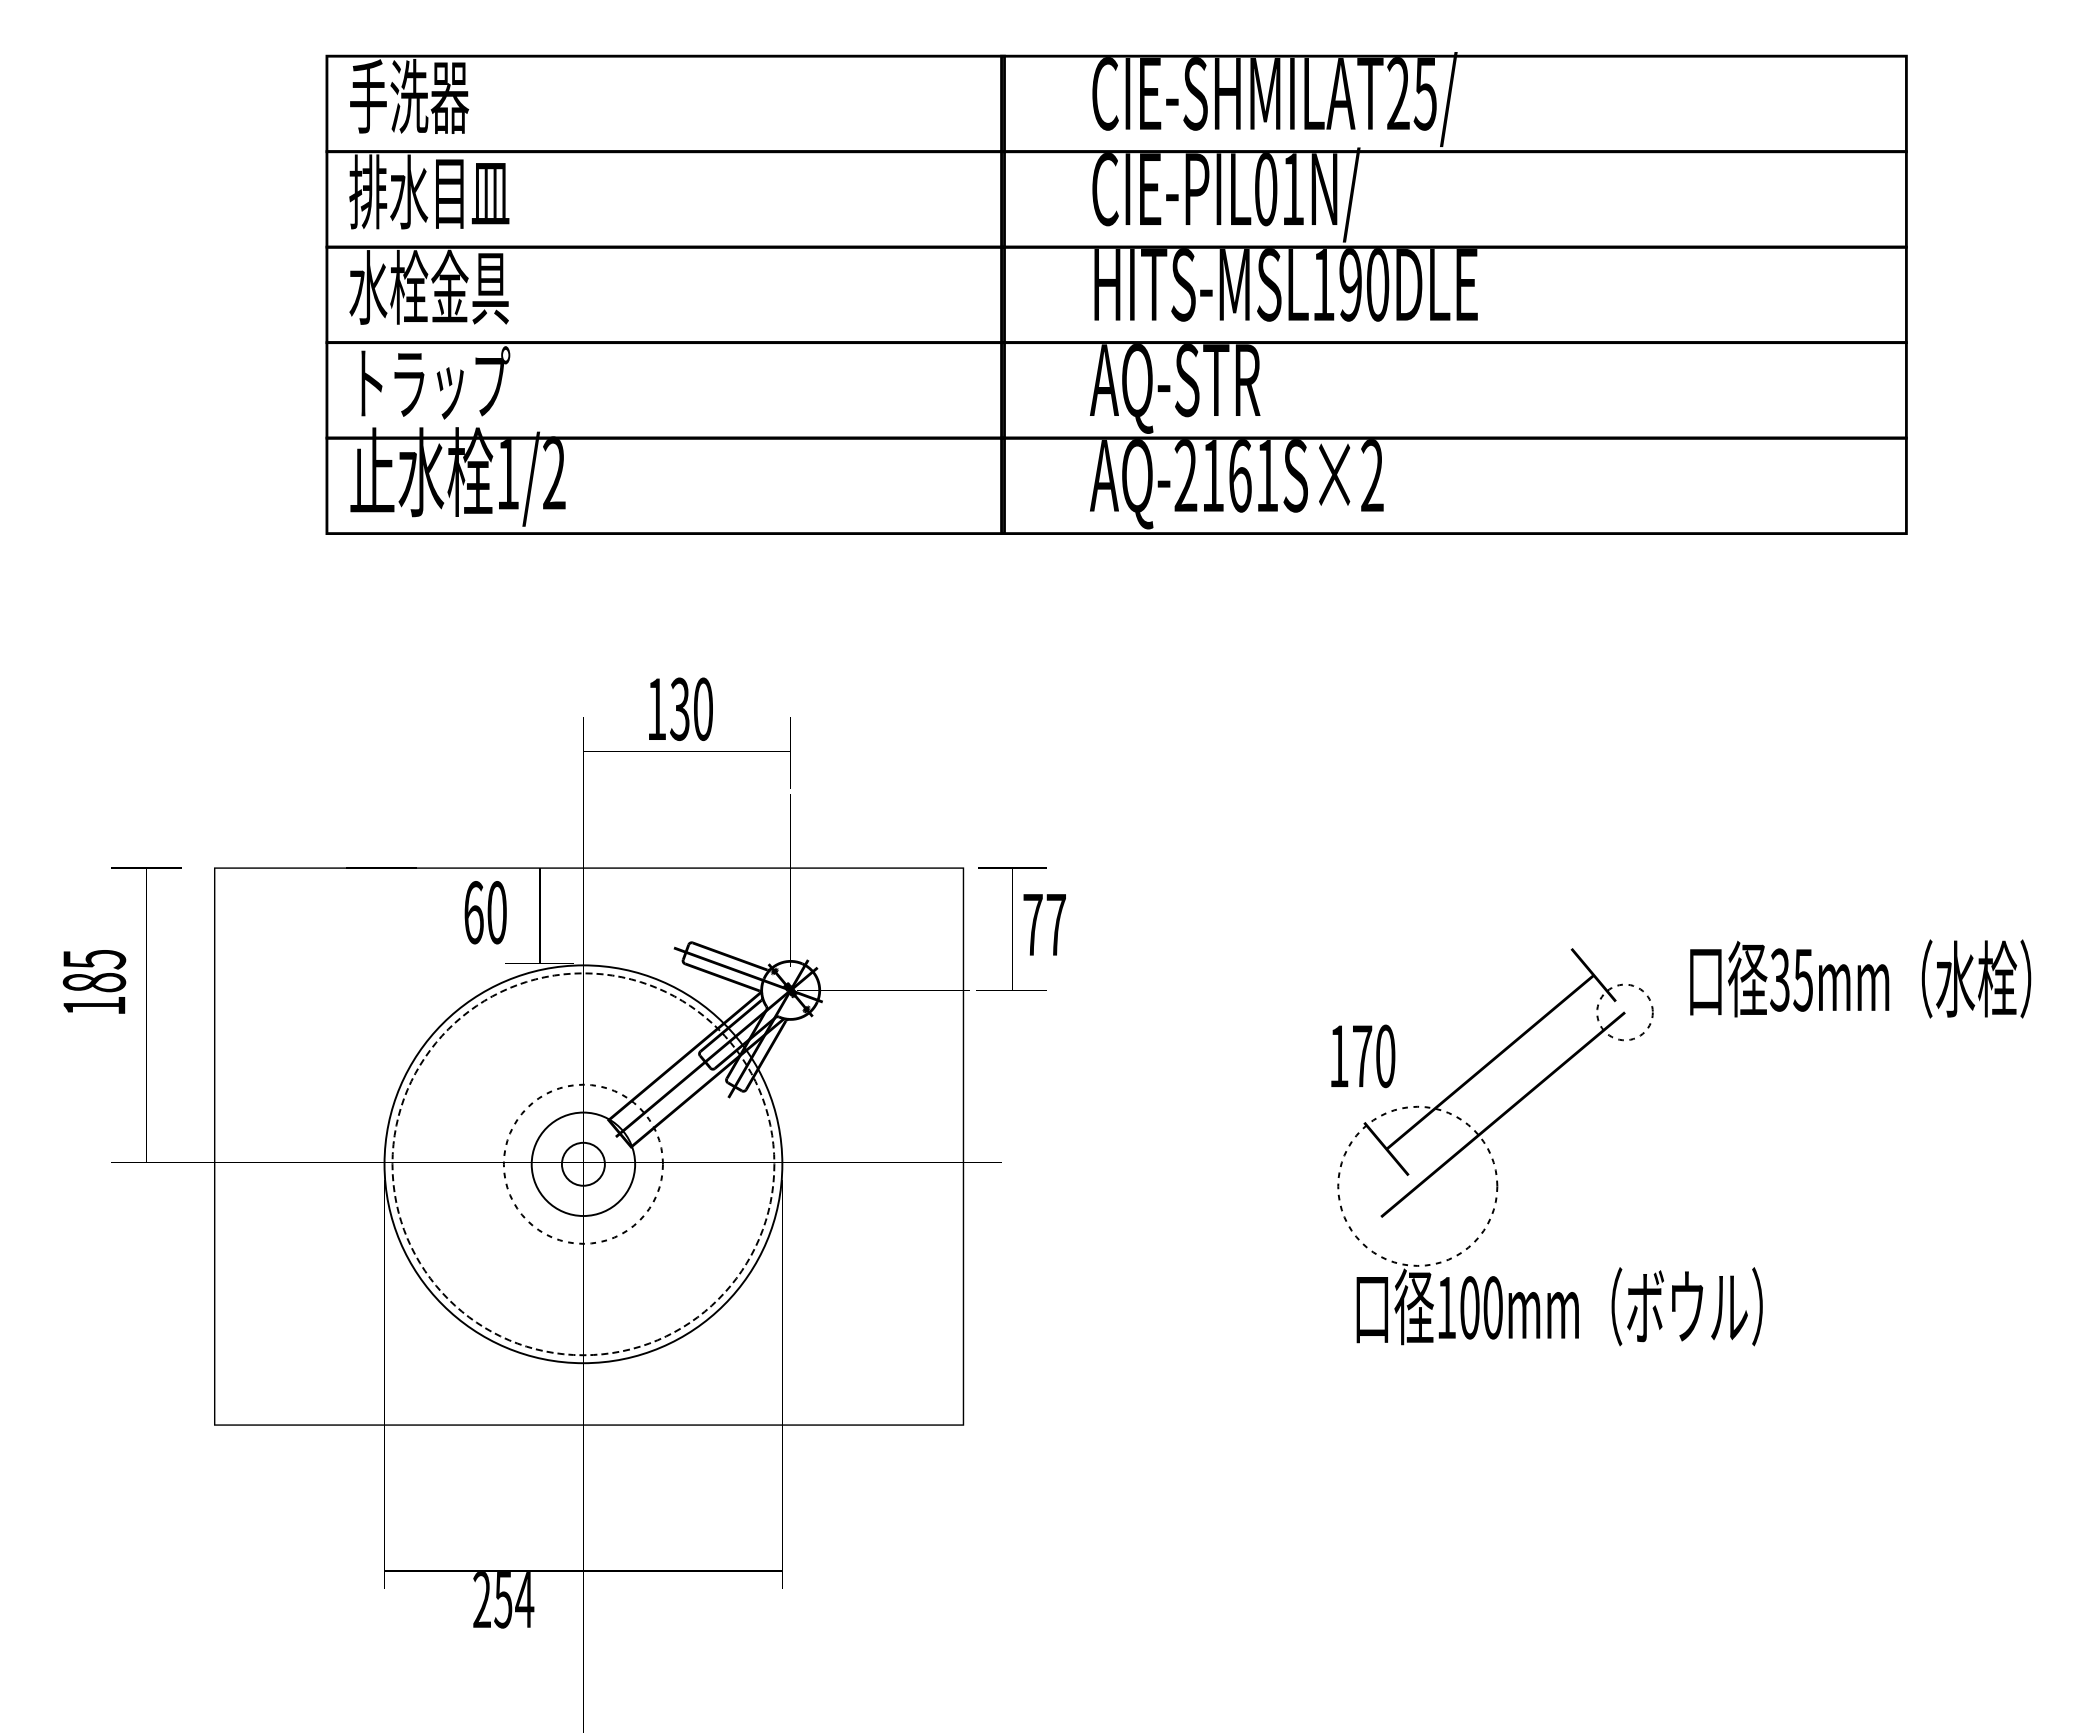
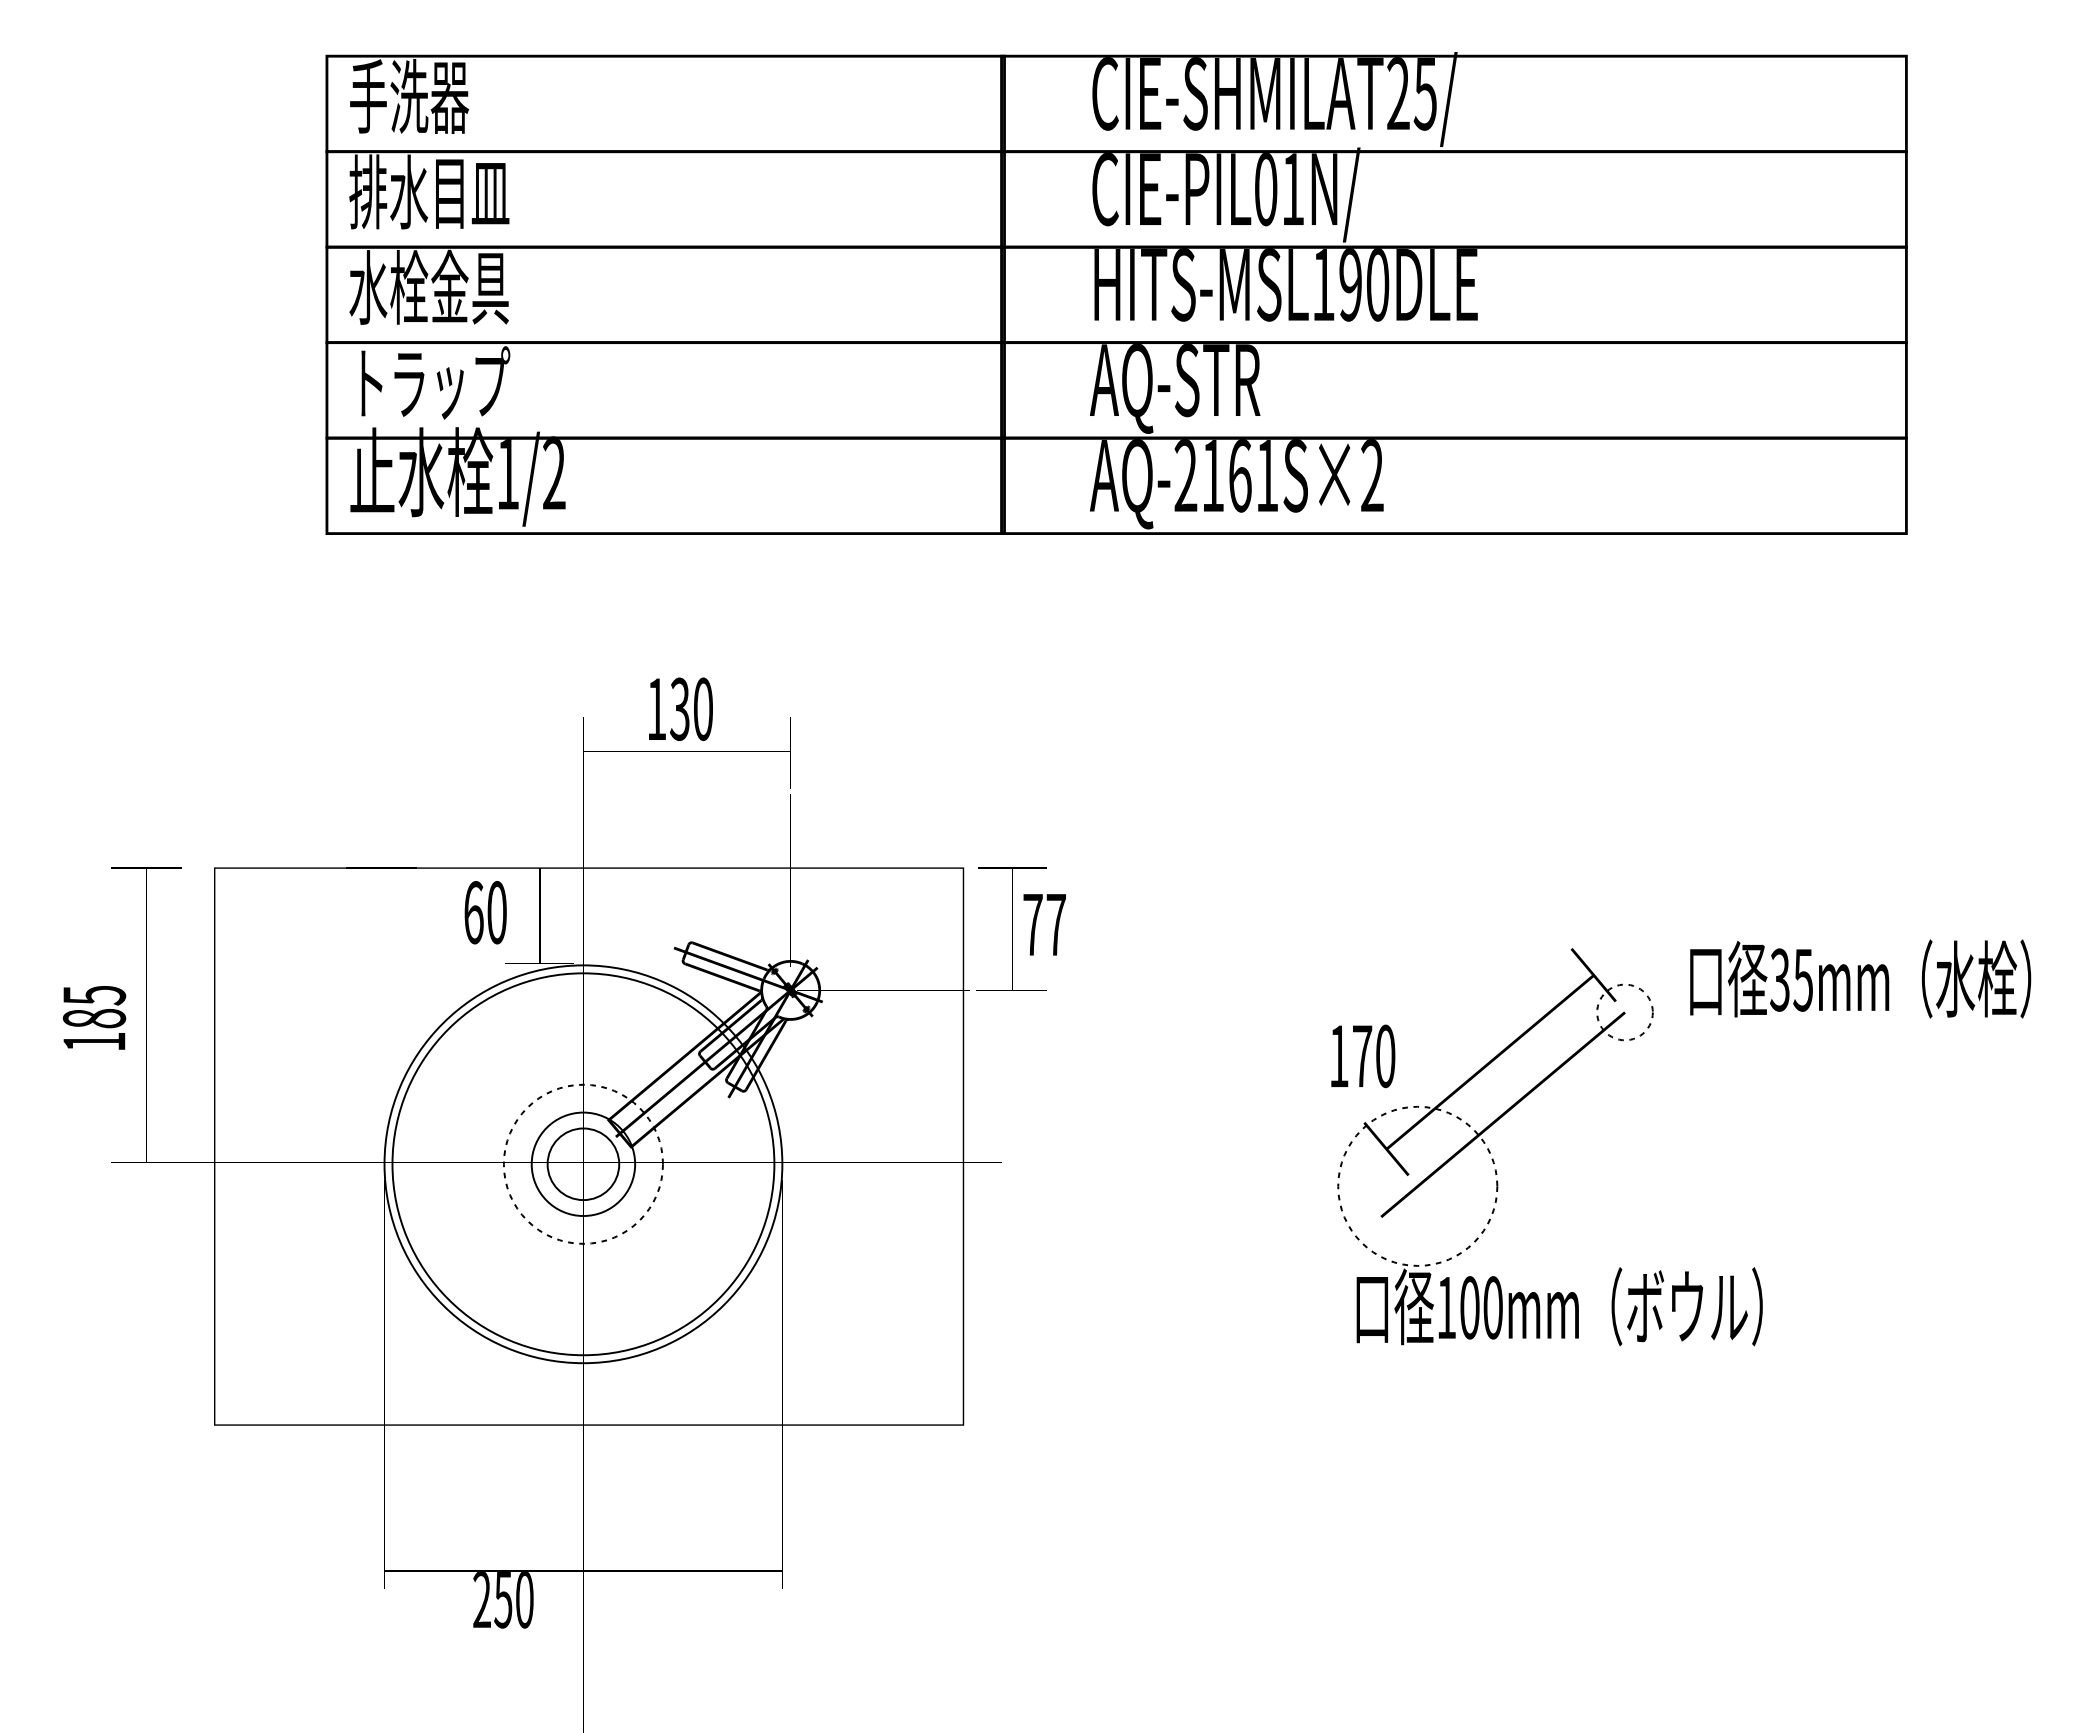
text at (94, 981) position: (94, 981) -> (94, 1017)
circle at (582, 1163) diameter: 43 px -> 72 px
circle at (583, 1164): dashed -> solid
text at (524, 1600): 254 -> 250
